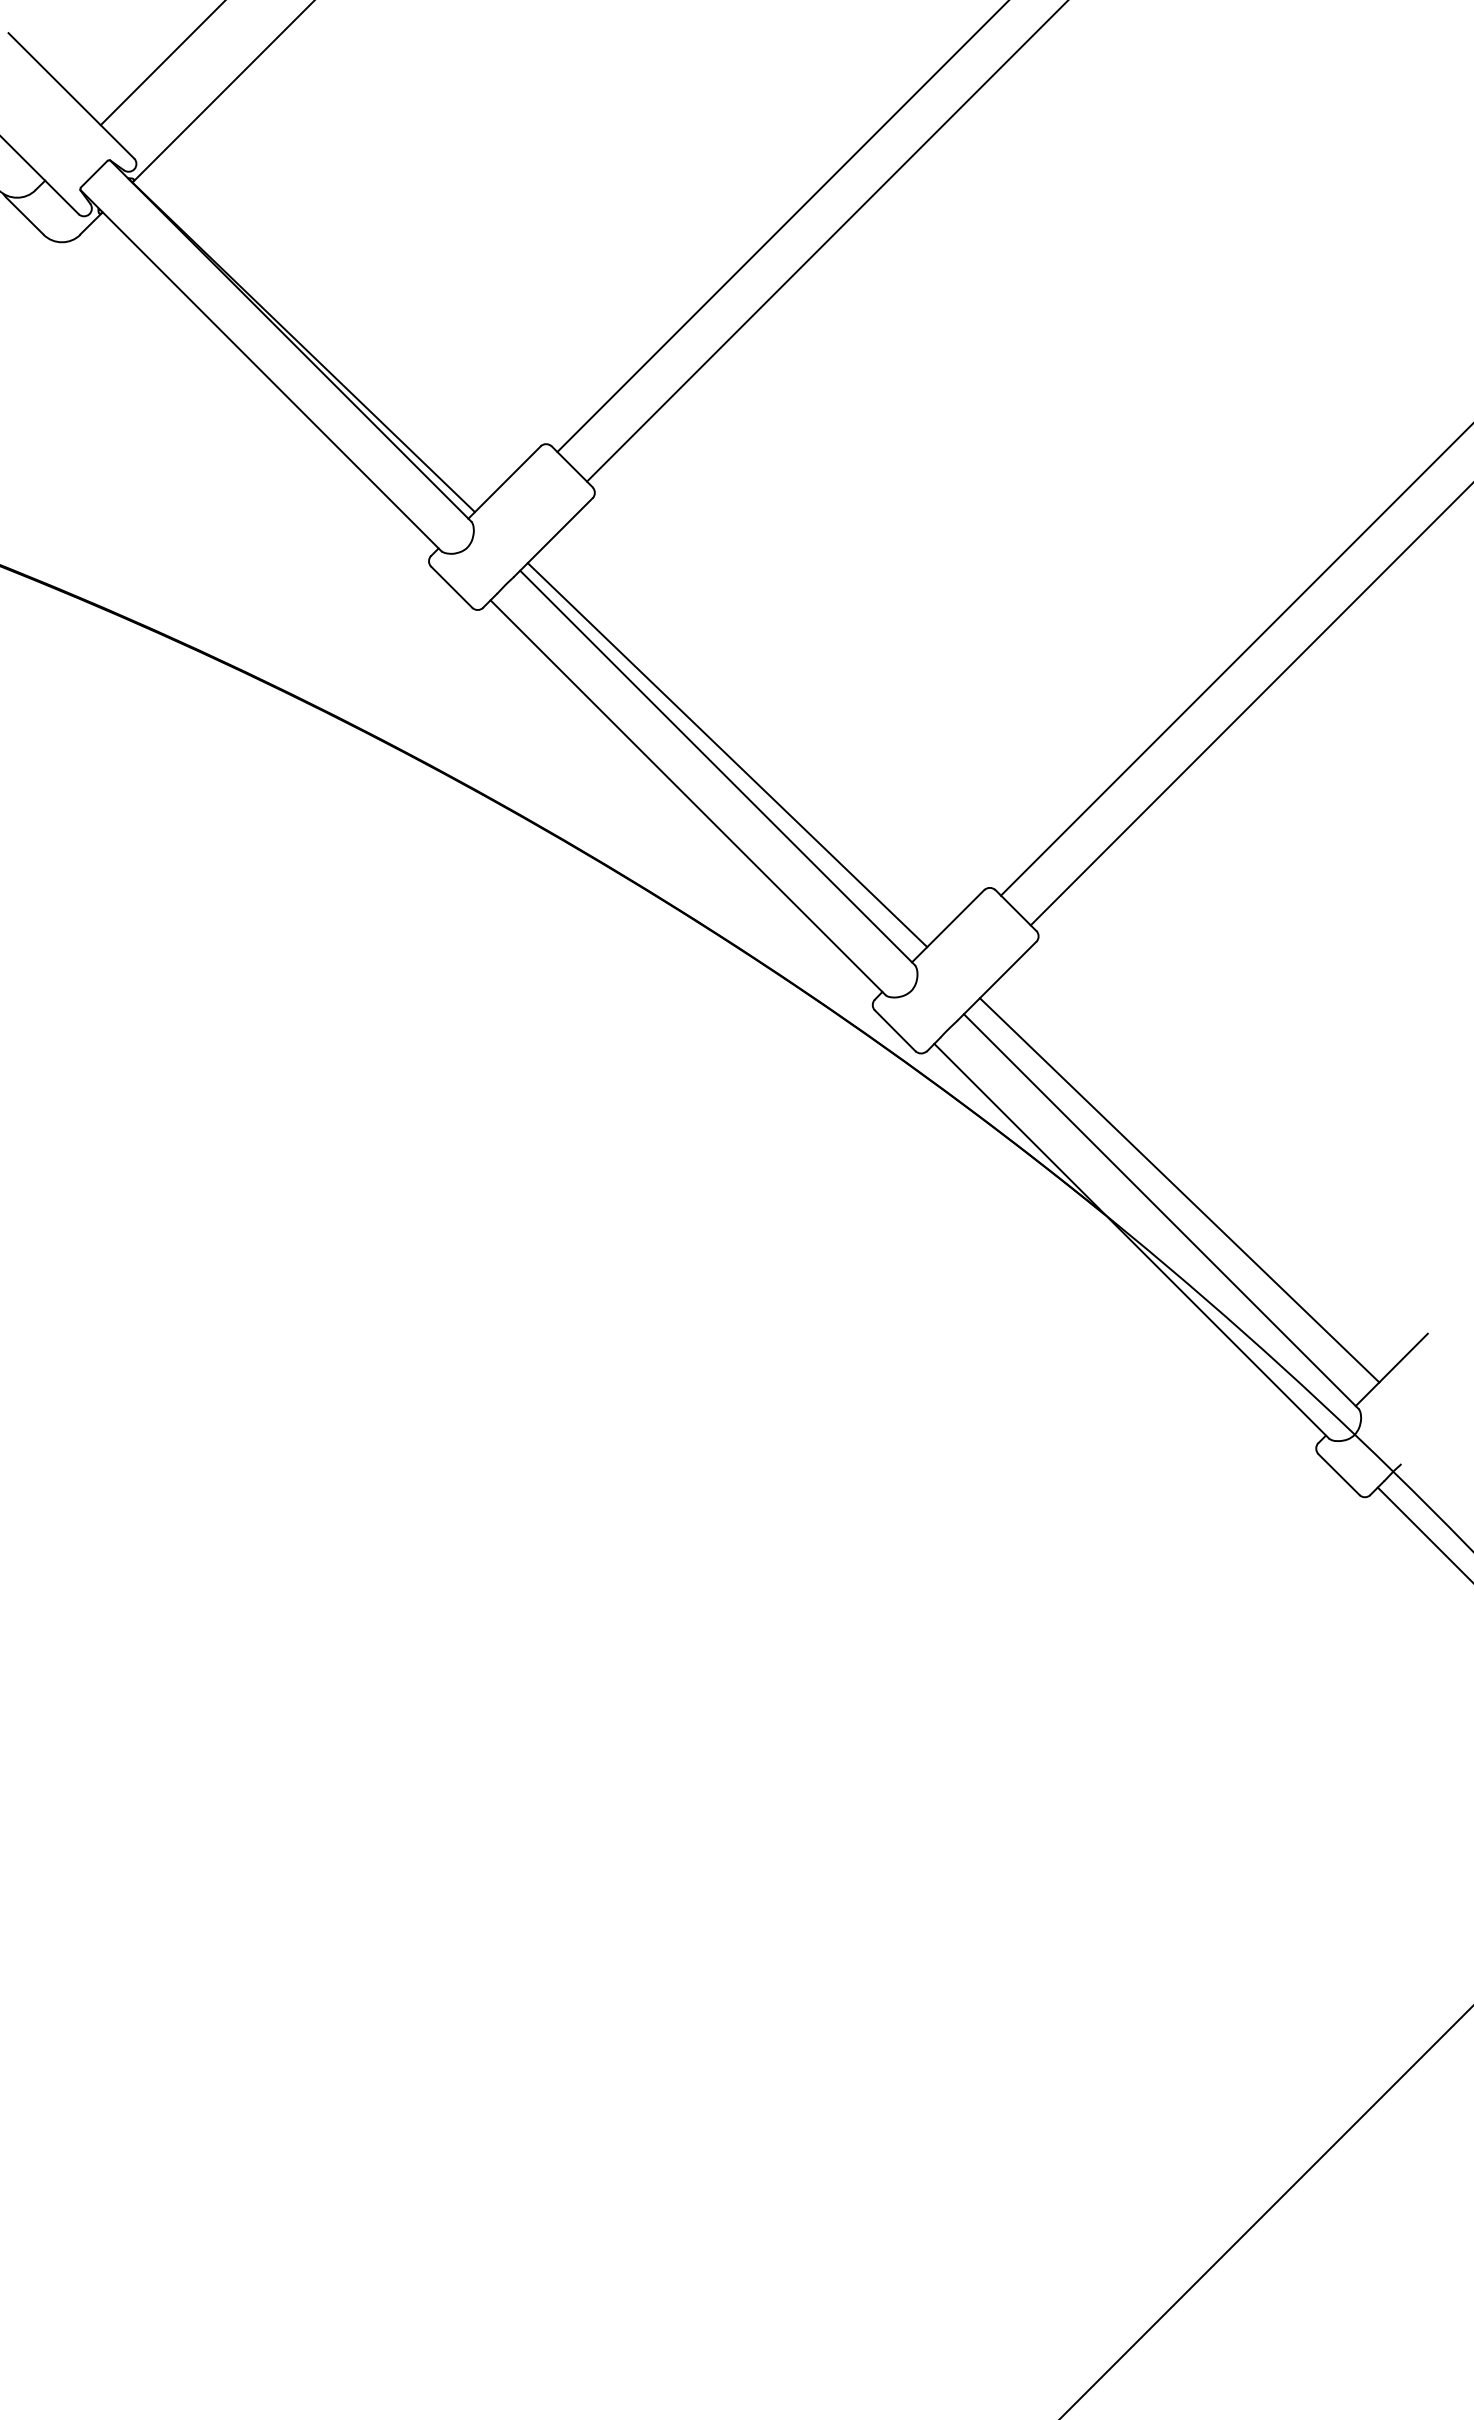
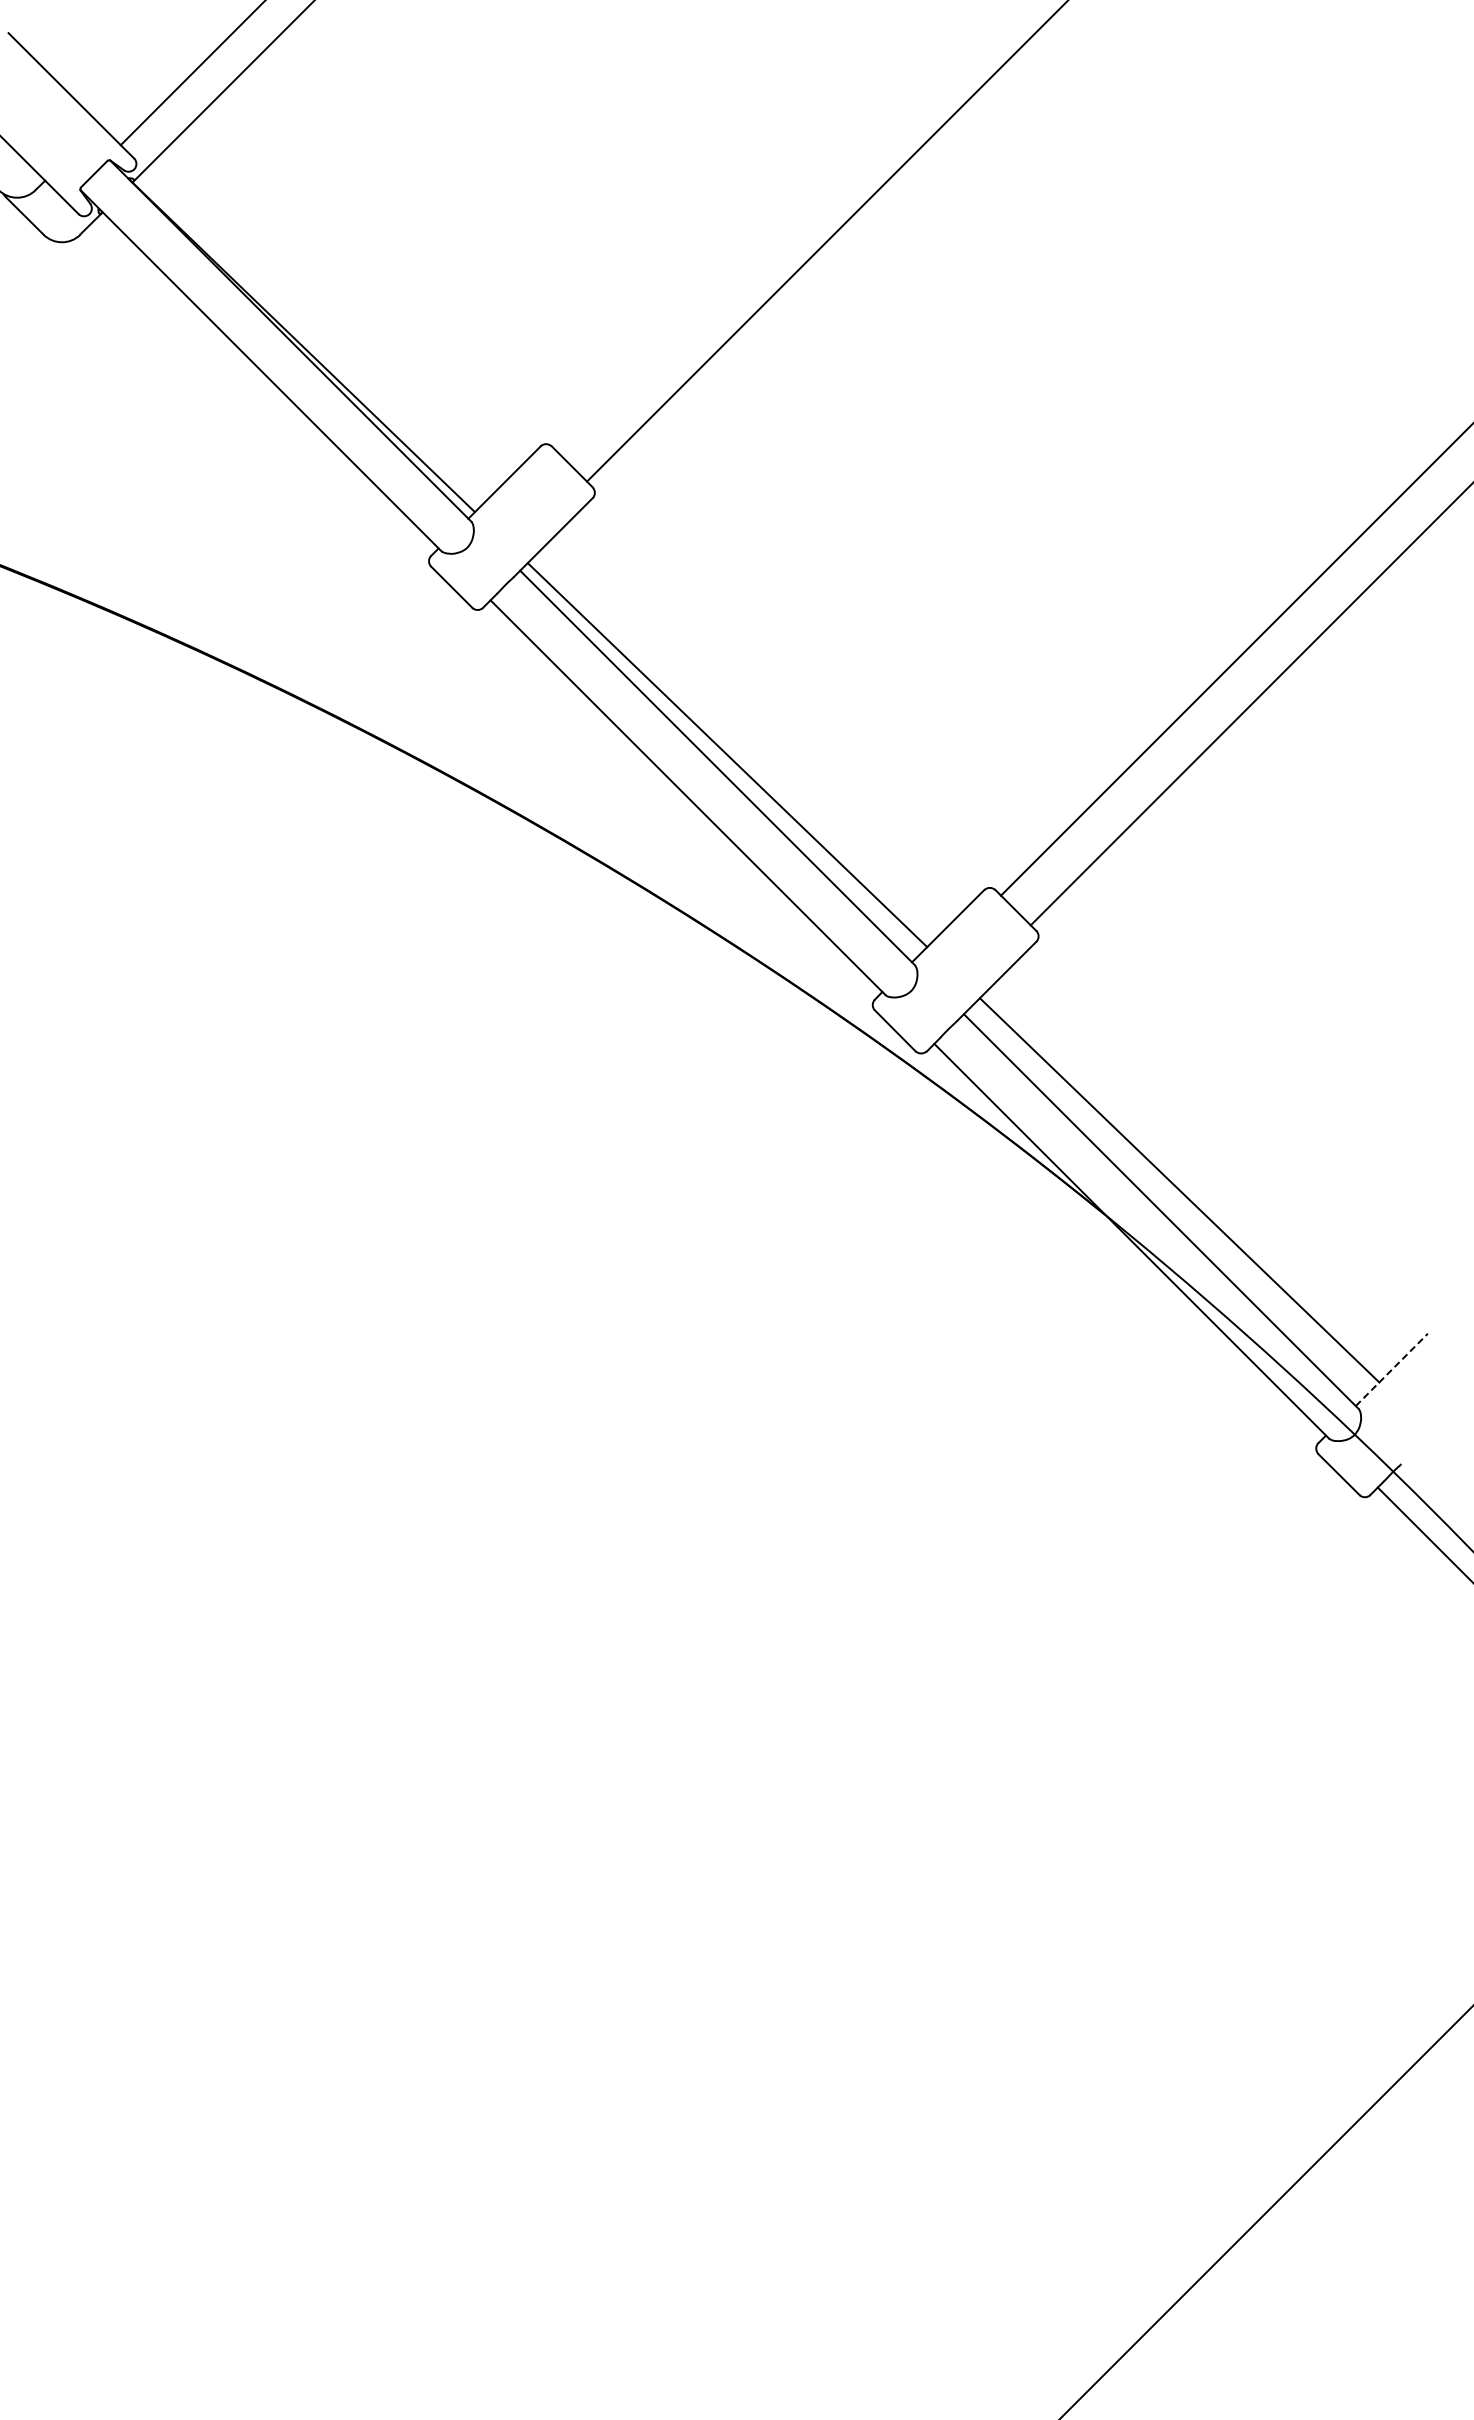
line at (161, 63) position: (161, 63) -> (191, 73)
line at (782, 226): present -> none
line at (1392, 1369): solid -> dashed
